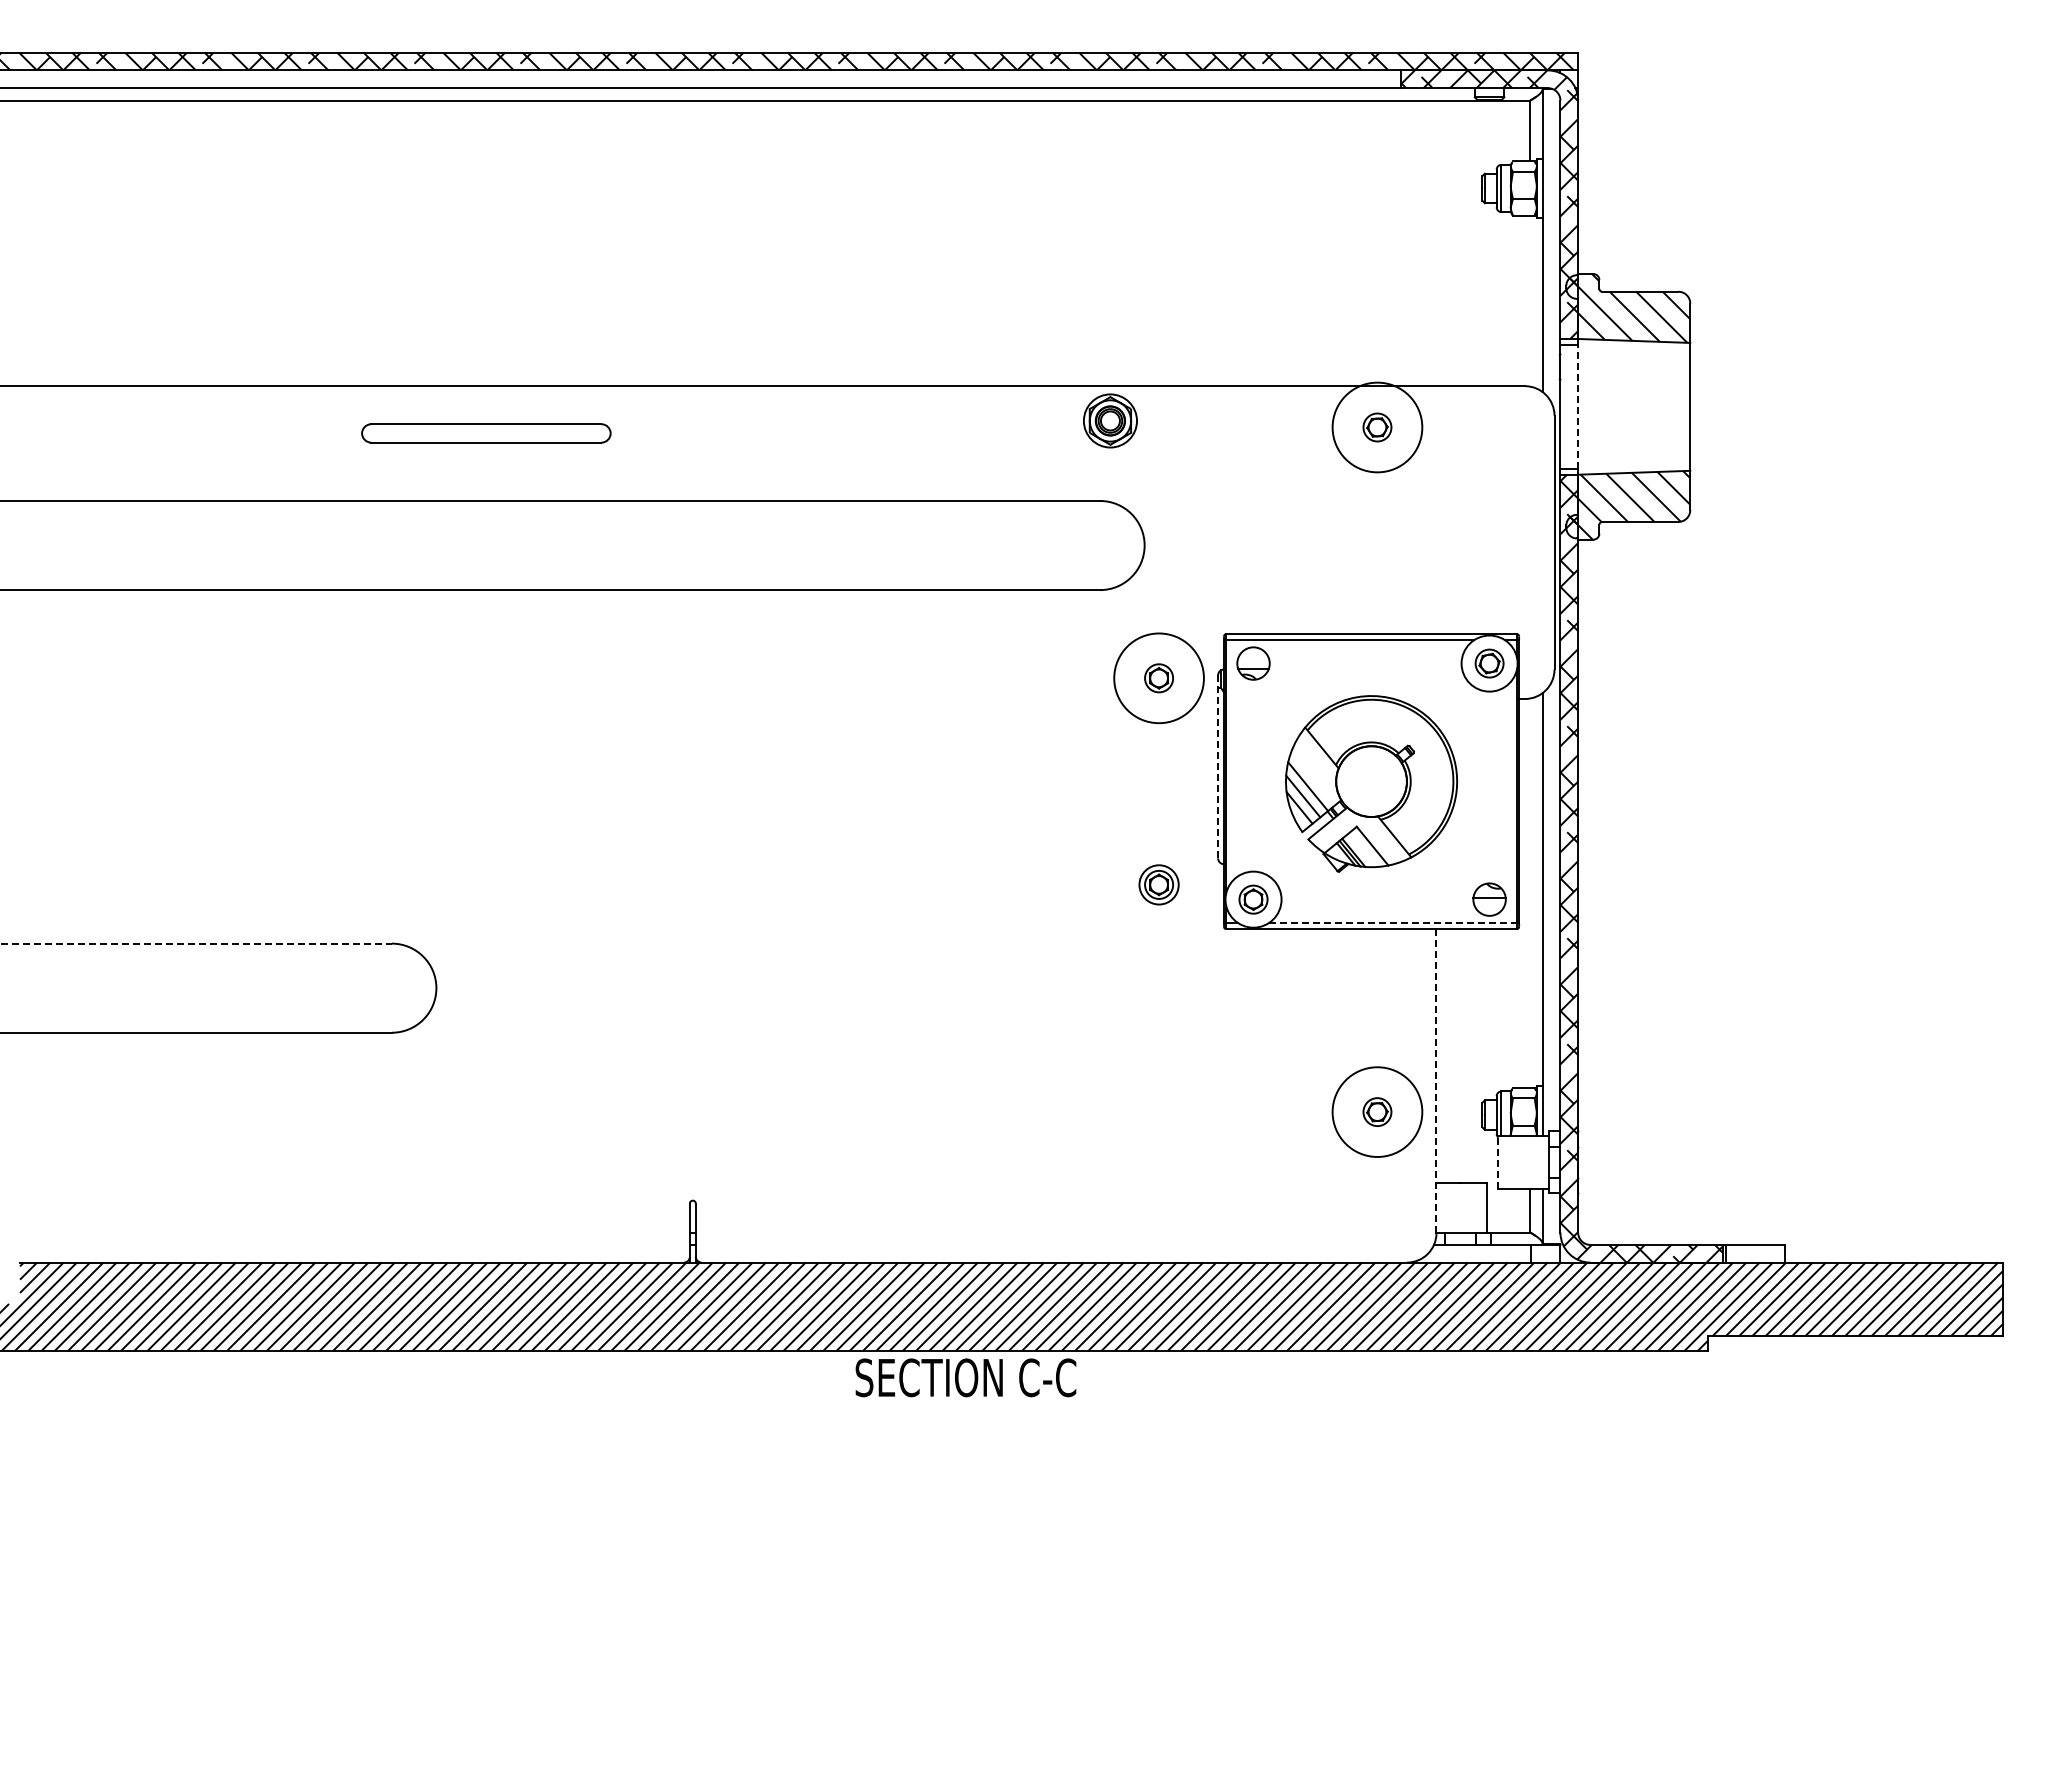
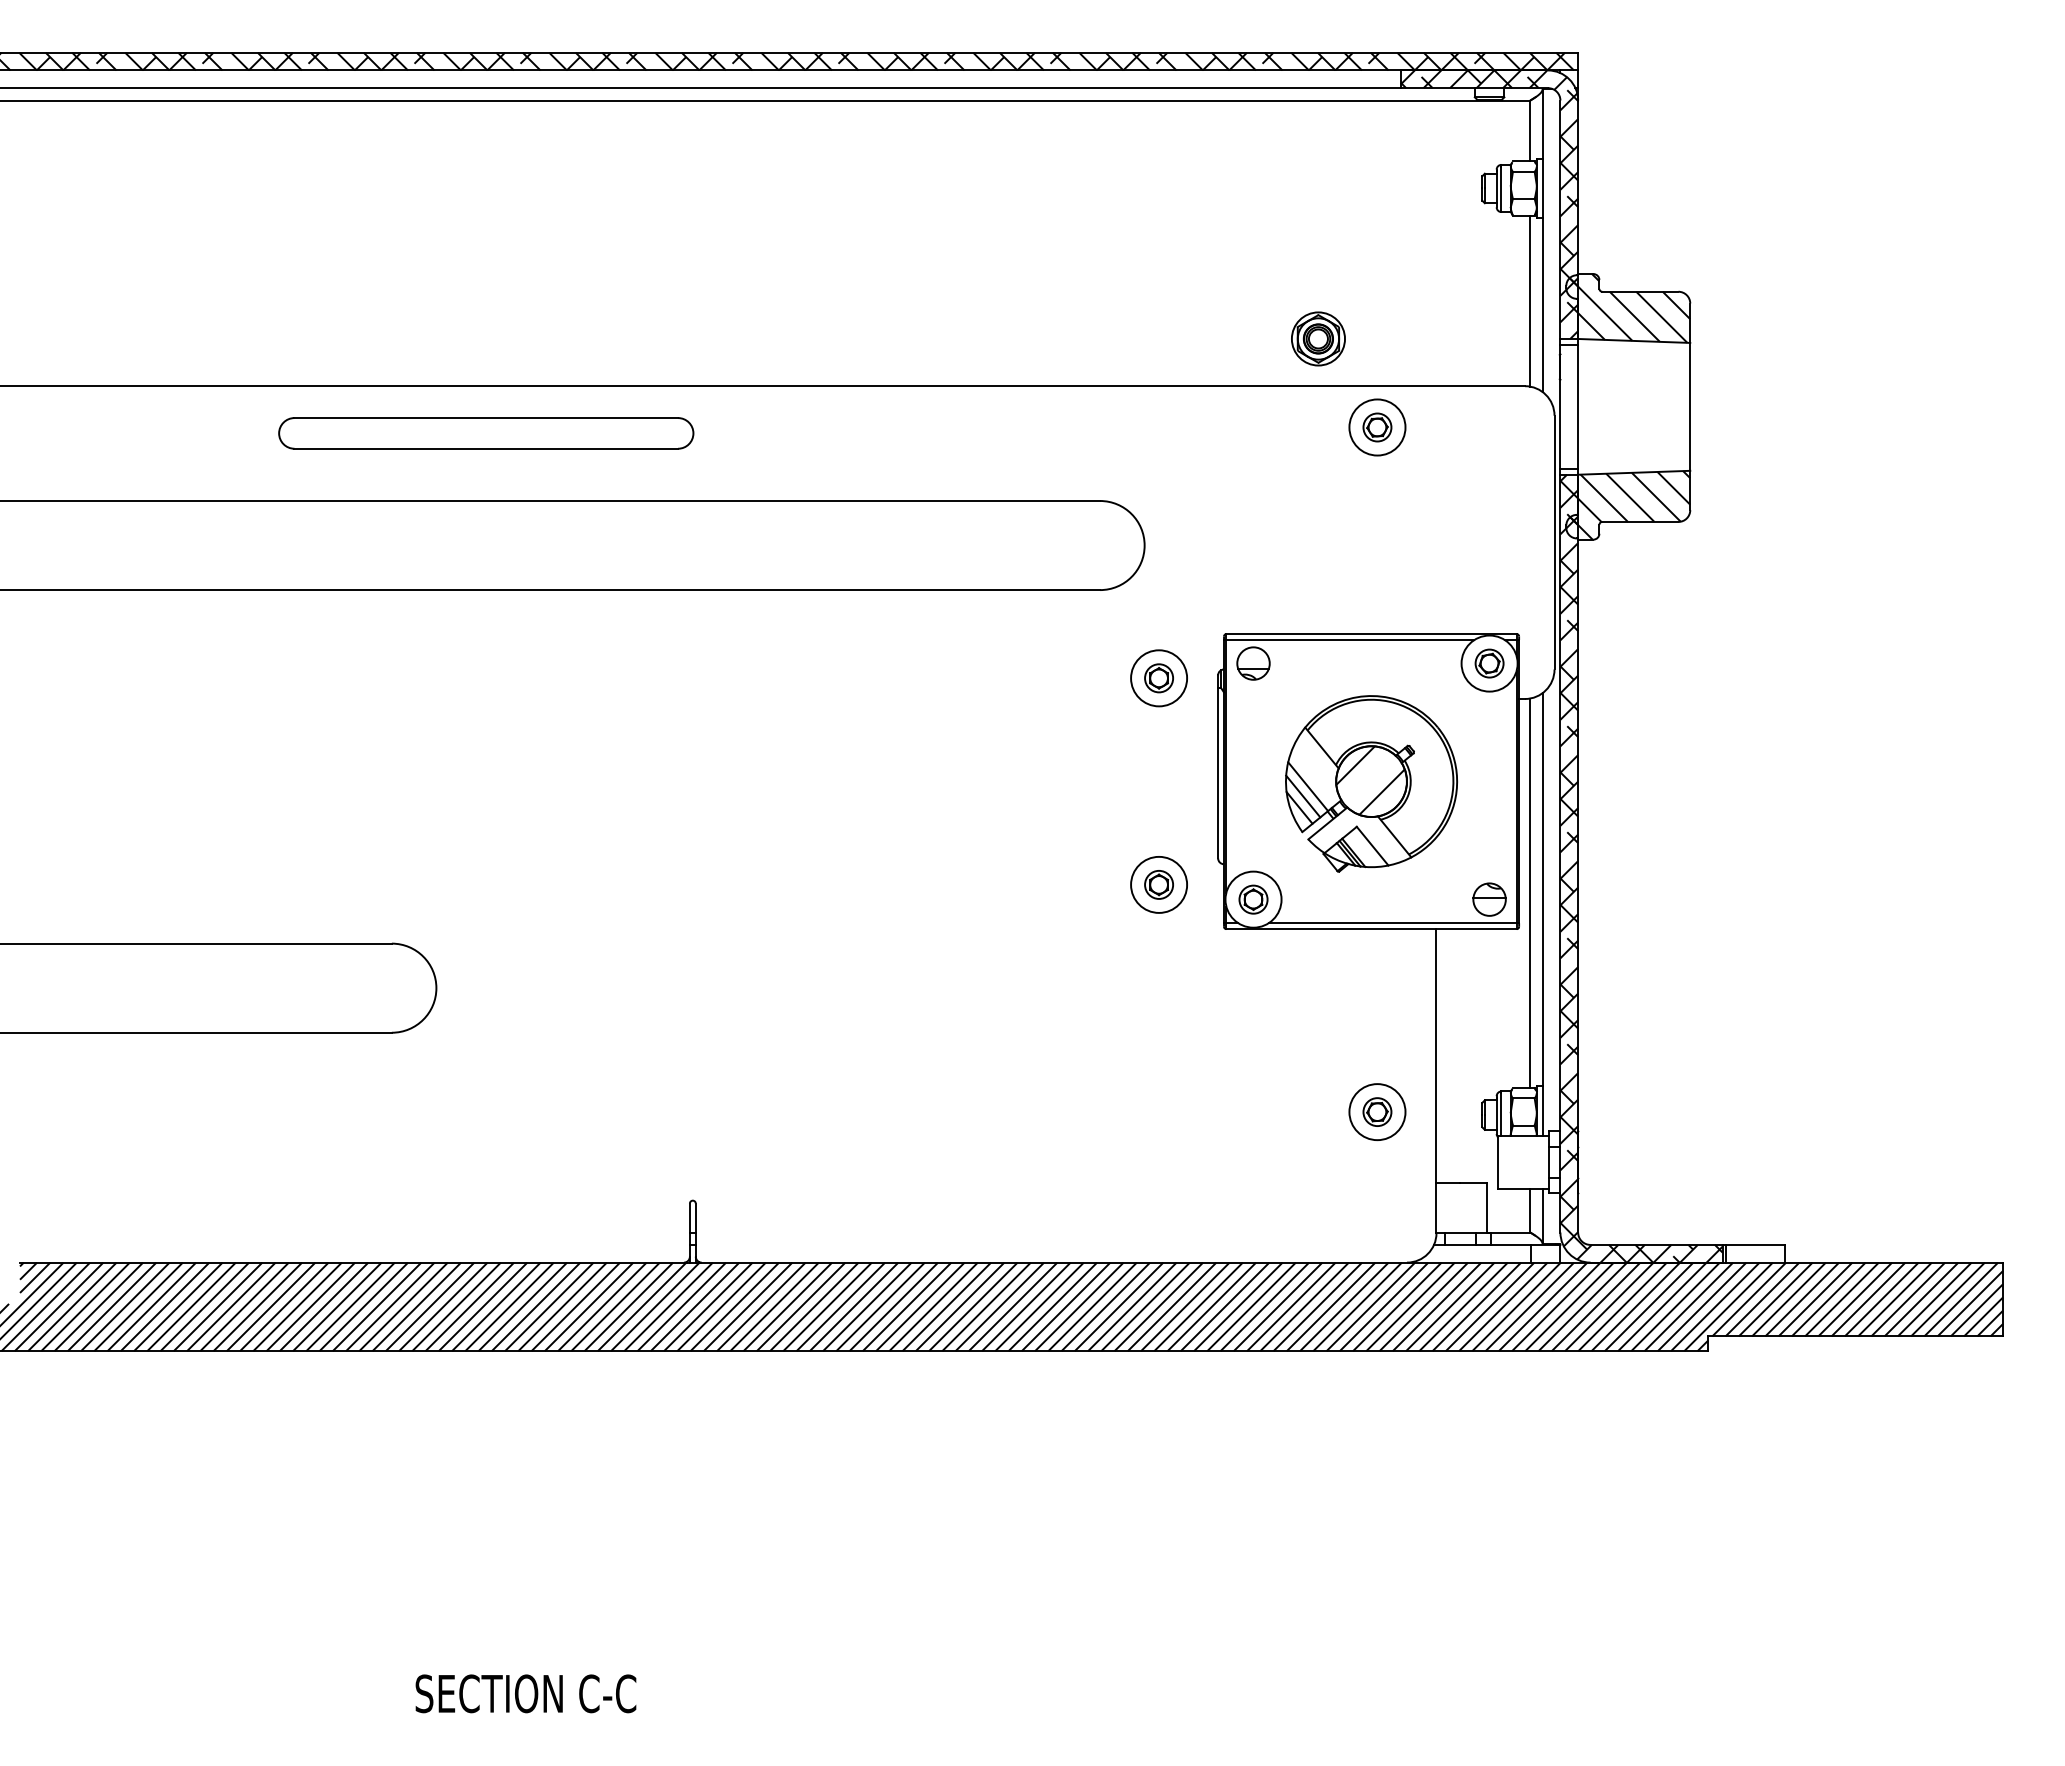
line at (1530, 300): none -> present
line at (1578, 406): dashed -> solid
part at (1110, 420) position: (1110, 420) -> (1318, 338)
circle at (1377, 427) diameter: 90 px -> 56 px
part at (486, 433) size: 251x21 px -> 417x33 px
circle at (1158, 678) diameter: 90 px -> 56 px
line at (1218, 766): dashed -> solid
hatch at (1370, 780): none -> present
circle at (1158, 884) diameter: 39 px -> 56 px
line at (1530, 893): none -> present
line at (1393, 923): dashed -> solid
line at (196, 943): dashed -> solid
line at (1436, 1081): dashed -> solid
circle at (1377, 1111) diameter: 90 px -> 56 px
line at (1498, 1162): dashed -> solid
text at (965, 1377) position: (965, 1377) -> (525, 1693)
